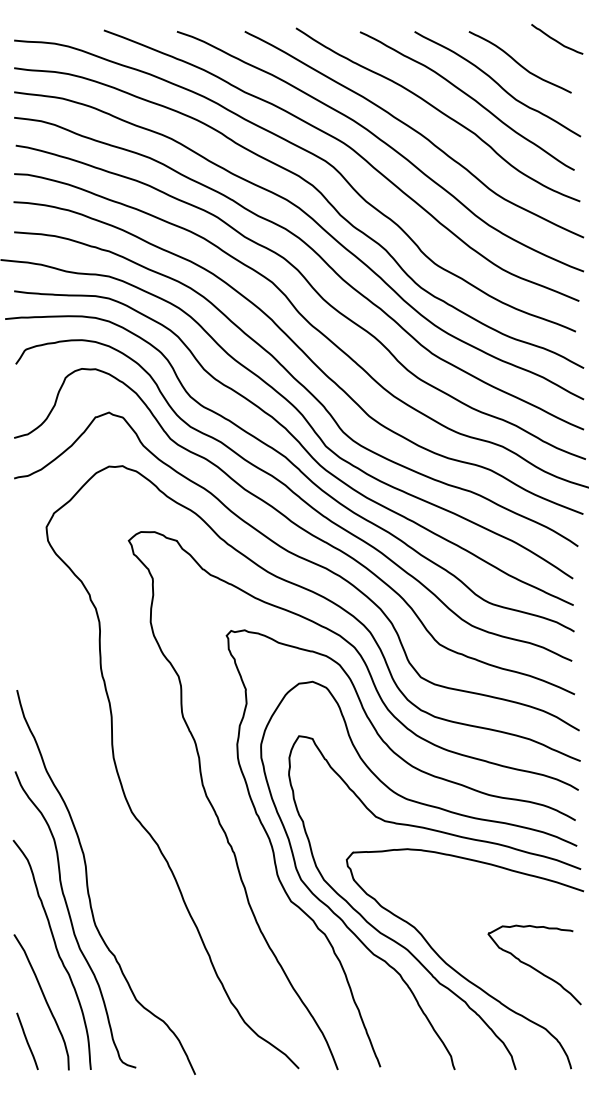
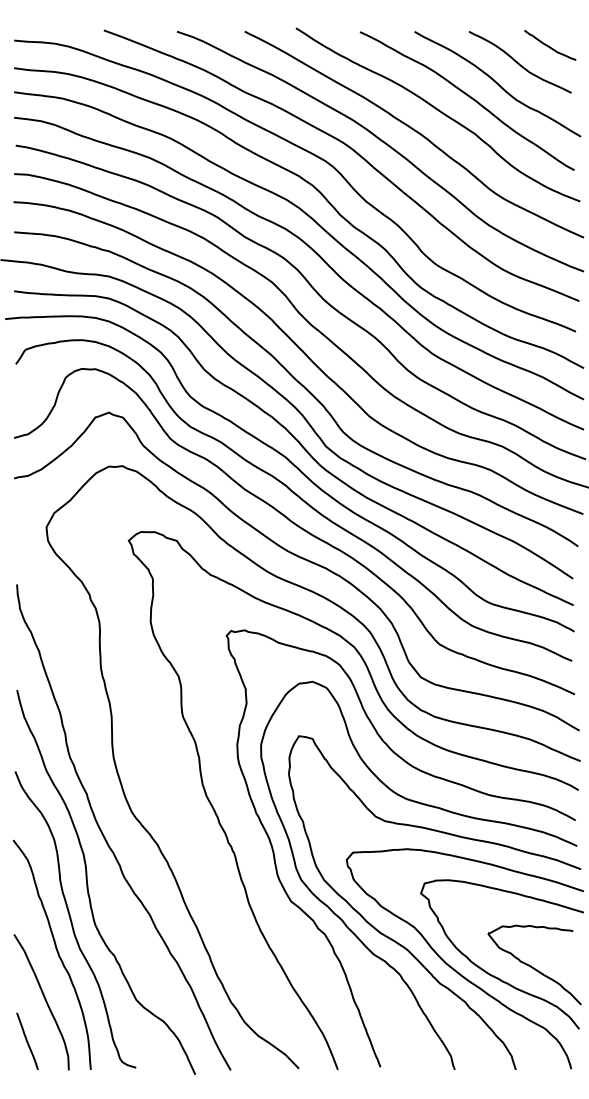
curve at (557, 40) position: (557, 40) -> (550, 46)
curve at (105, 837): none -> present
curve at (492, 974): none -> present
